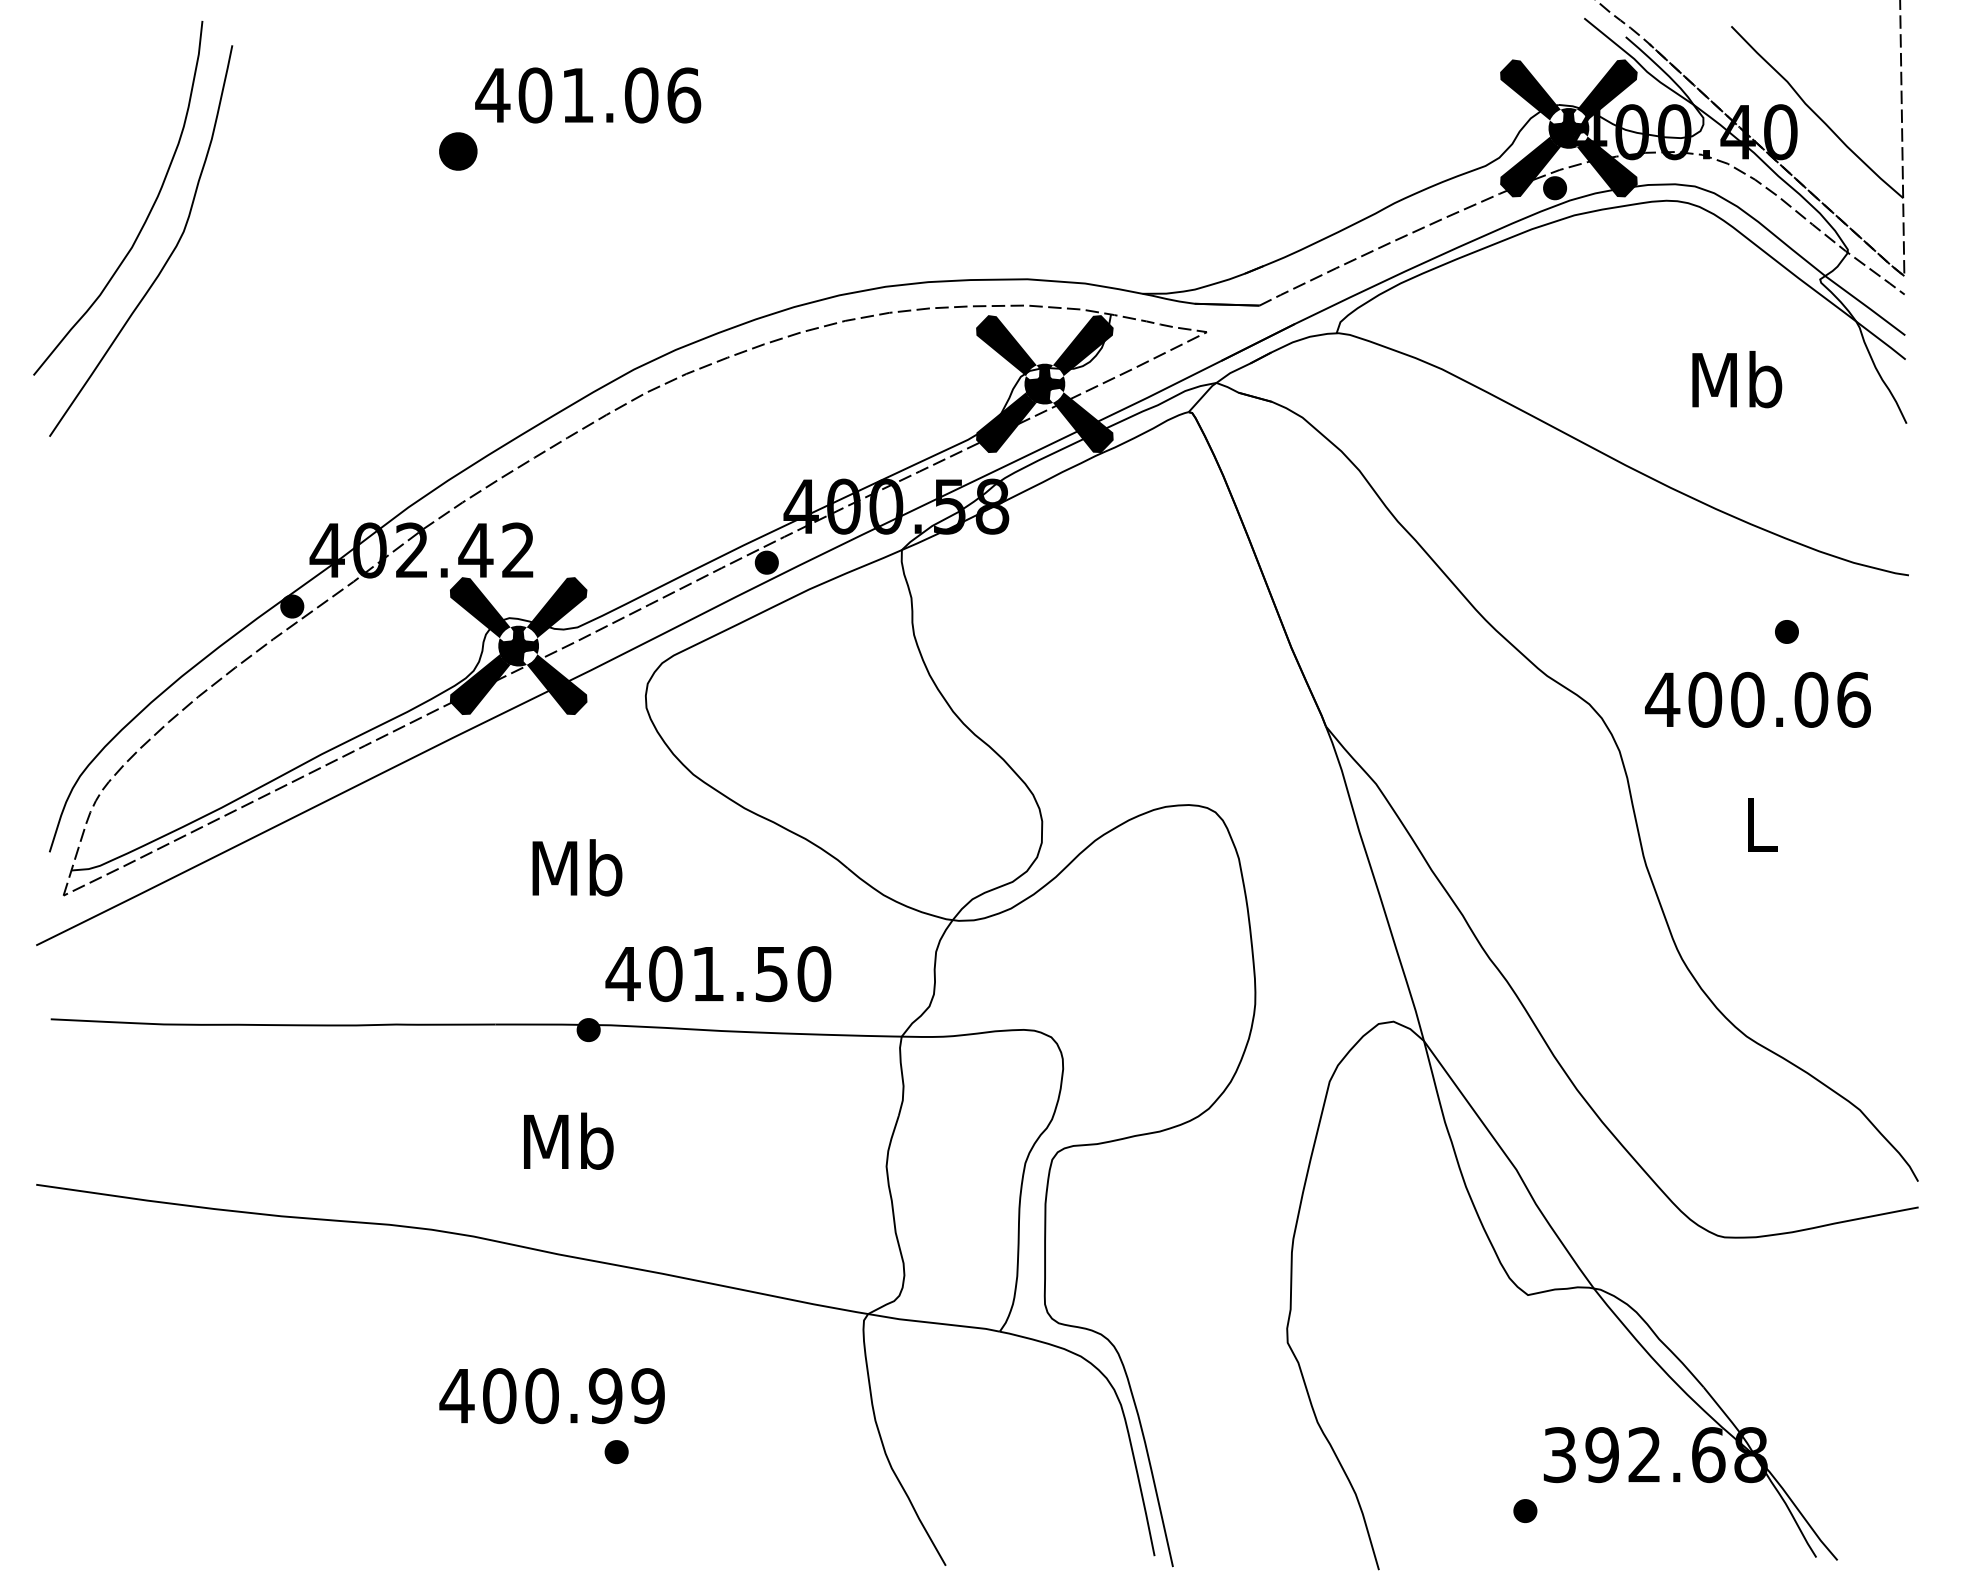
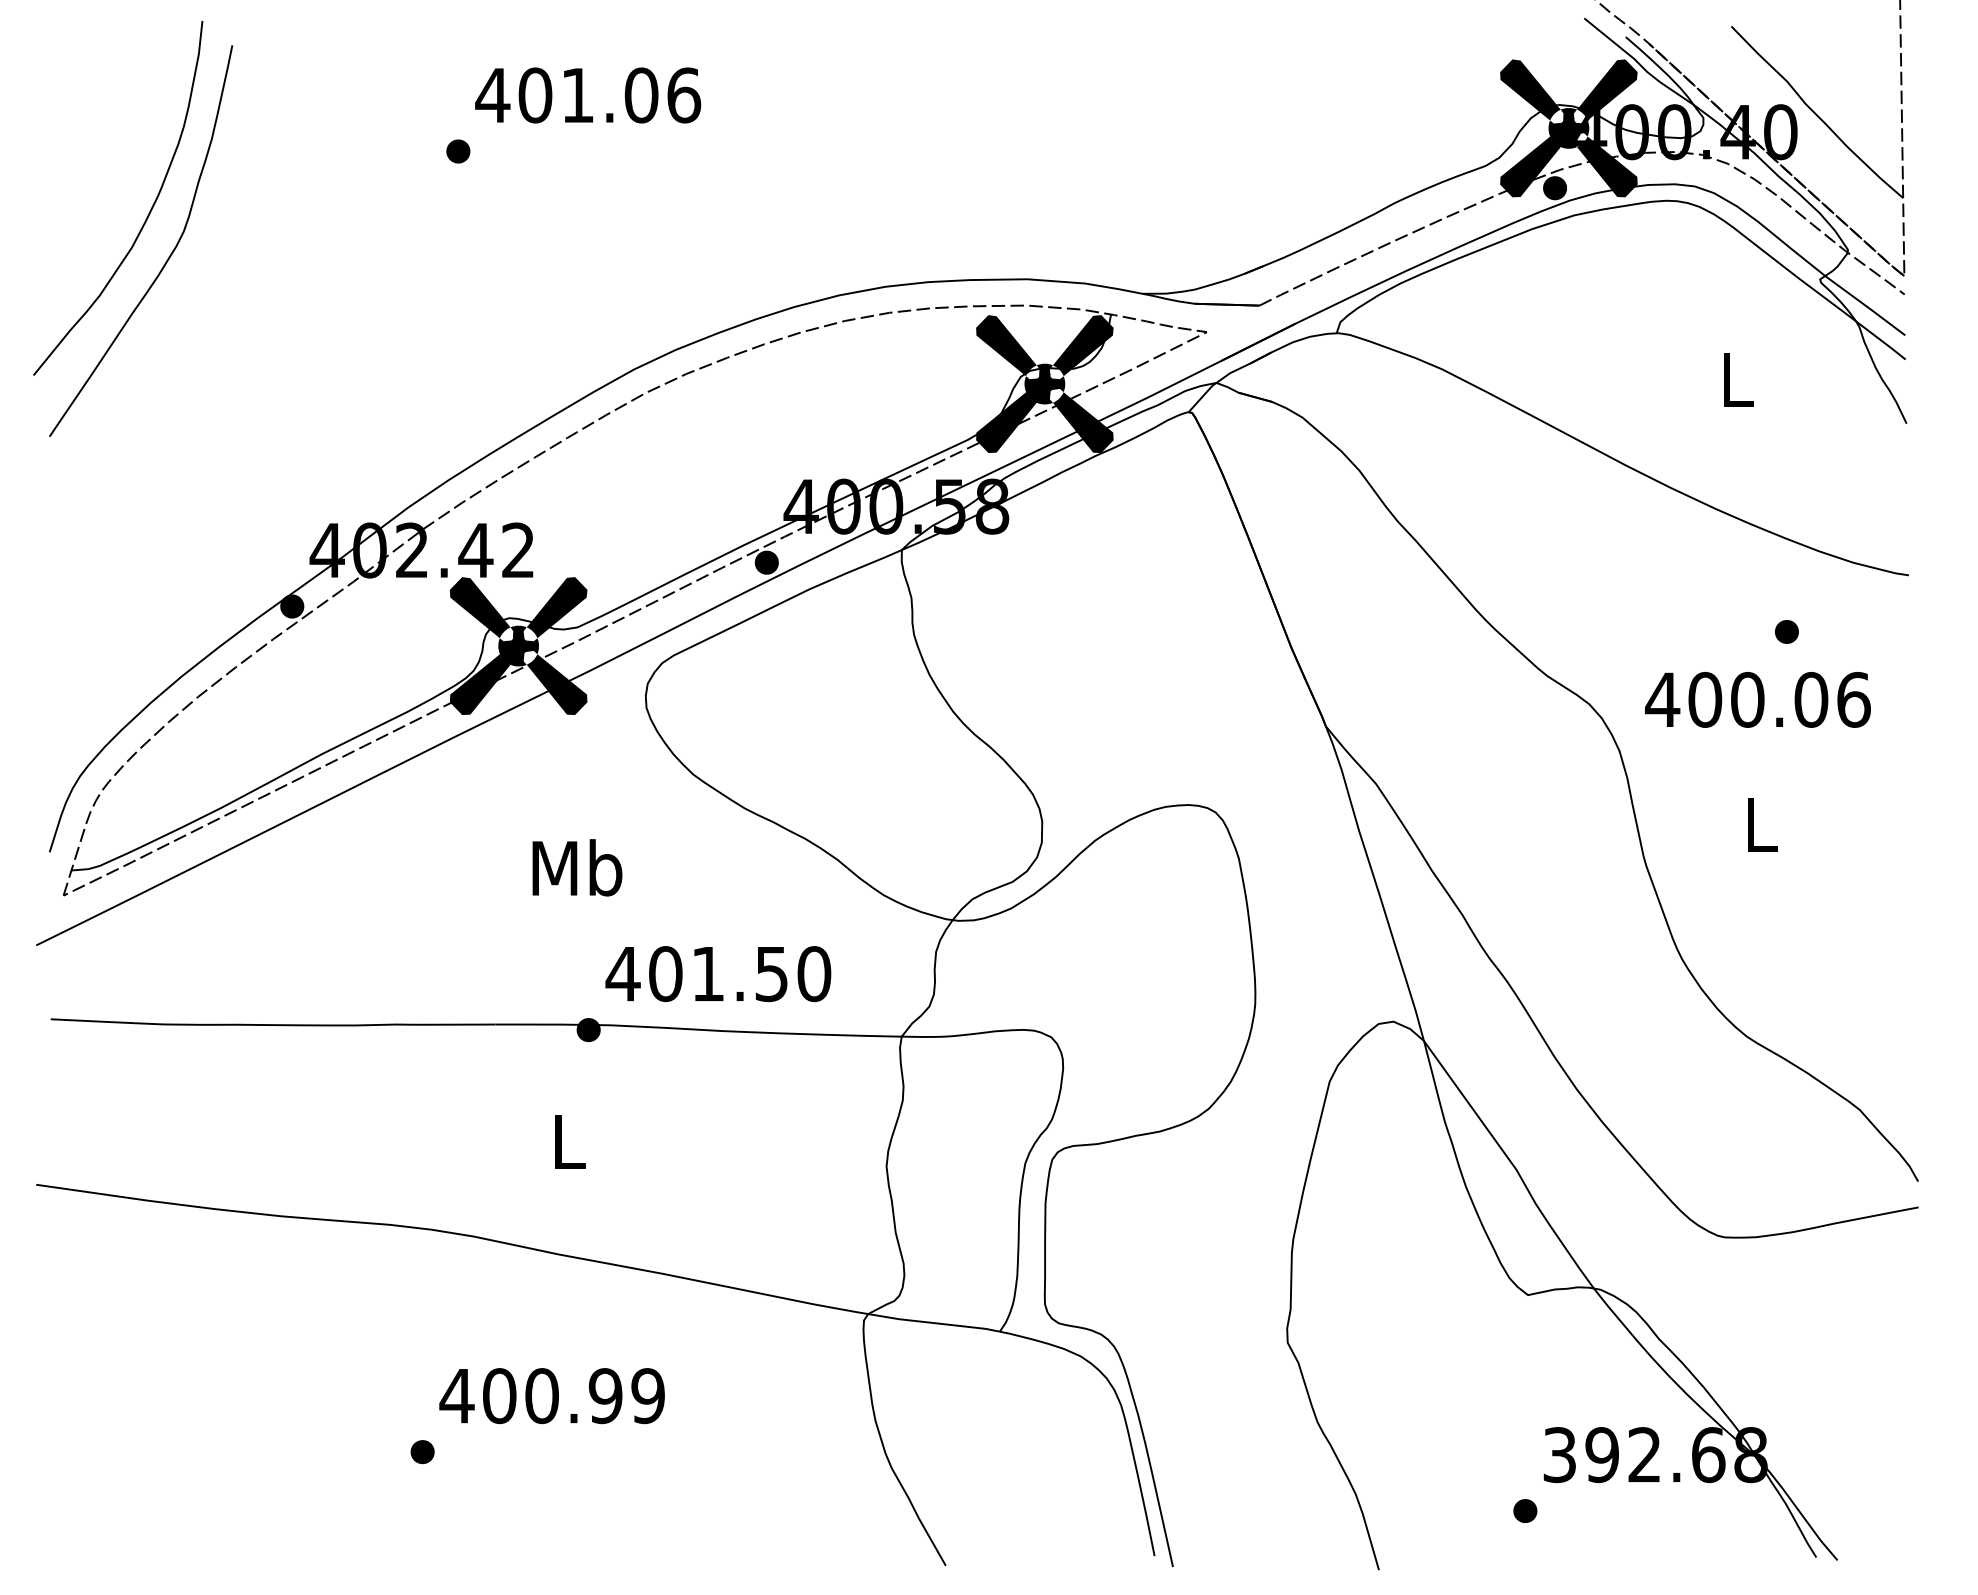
part at (458, 151) size: 39x39 px -> 25x25 px
text at (1737, 379): Mb -> L
text at (568, 1140): Mb -> L
part at (616, 1452) position: (616, 1452) -> (422, 1452)
